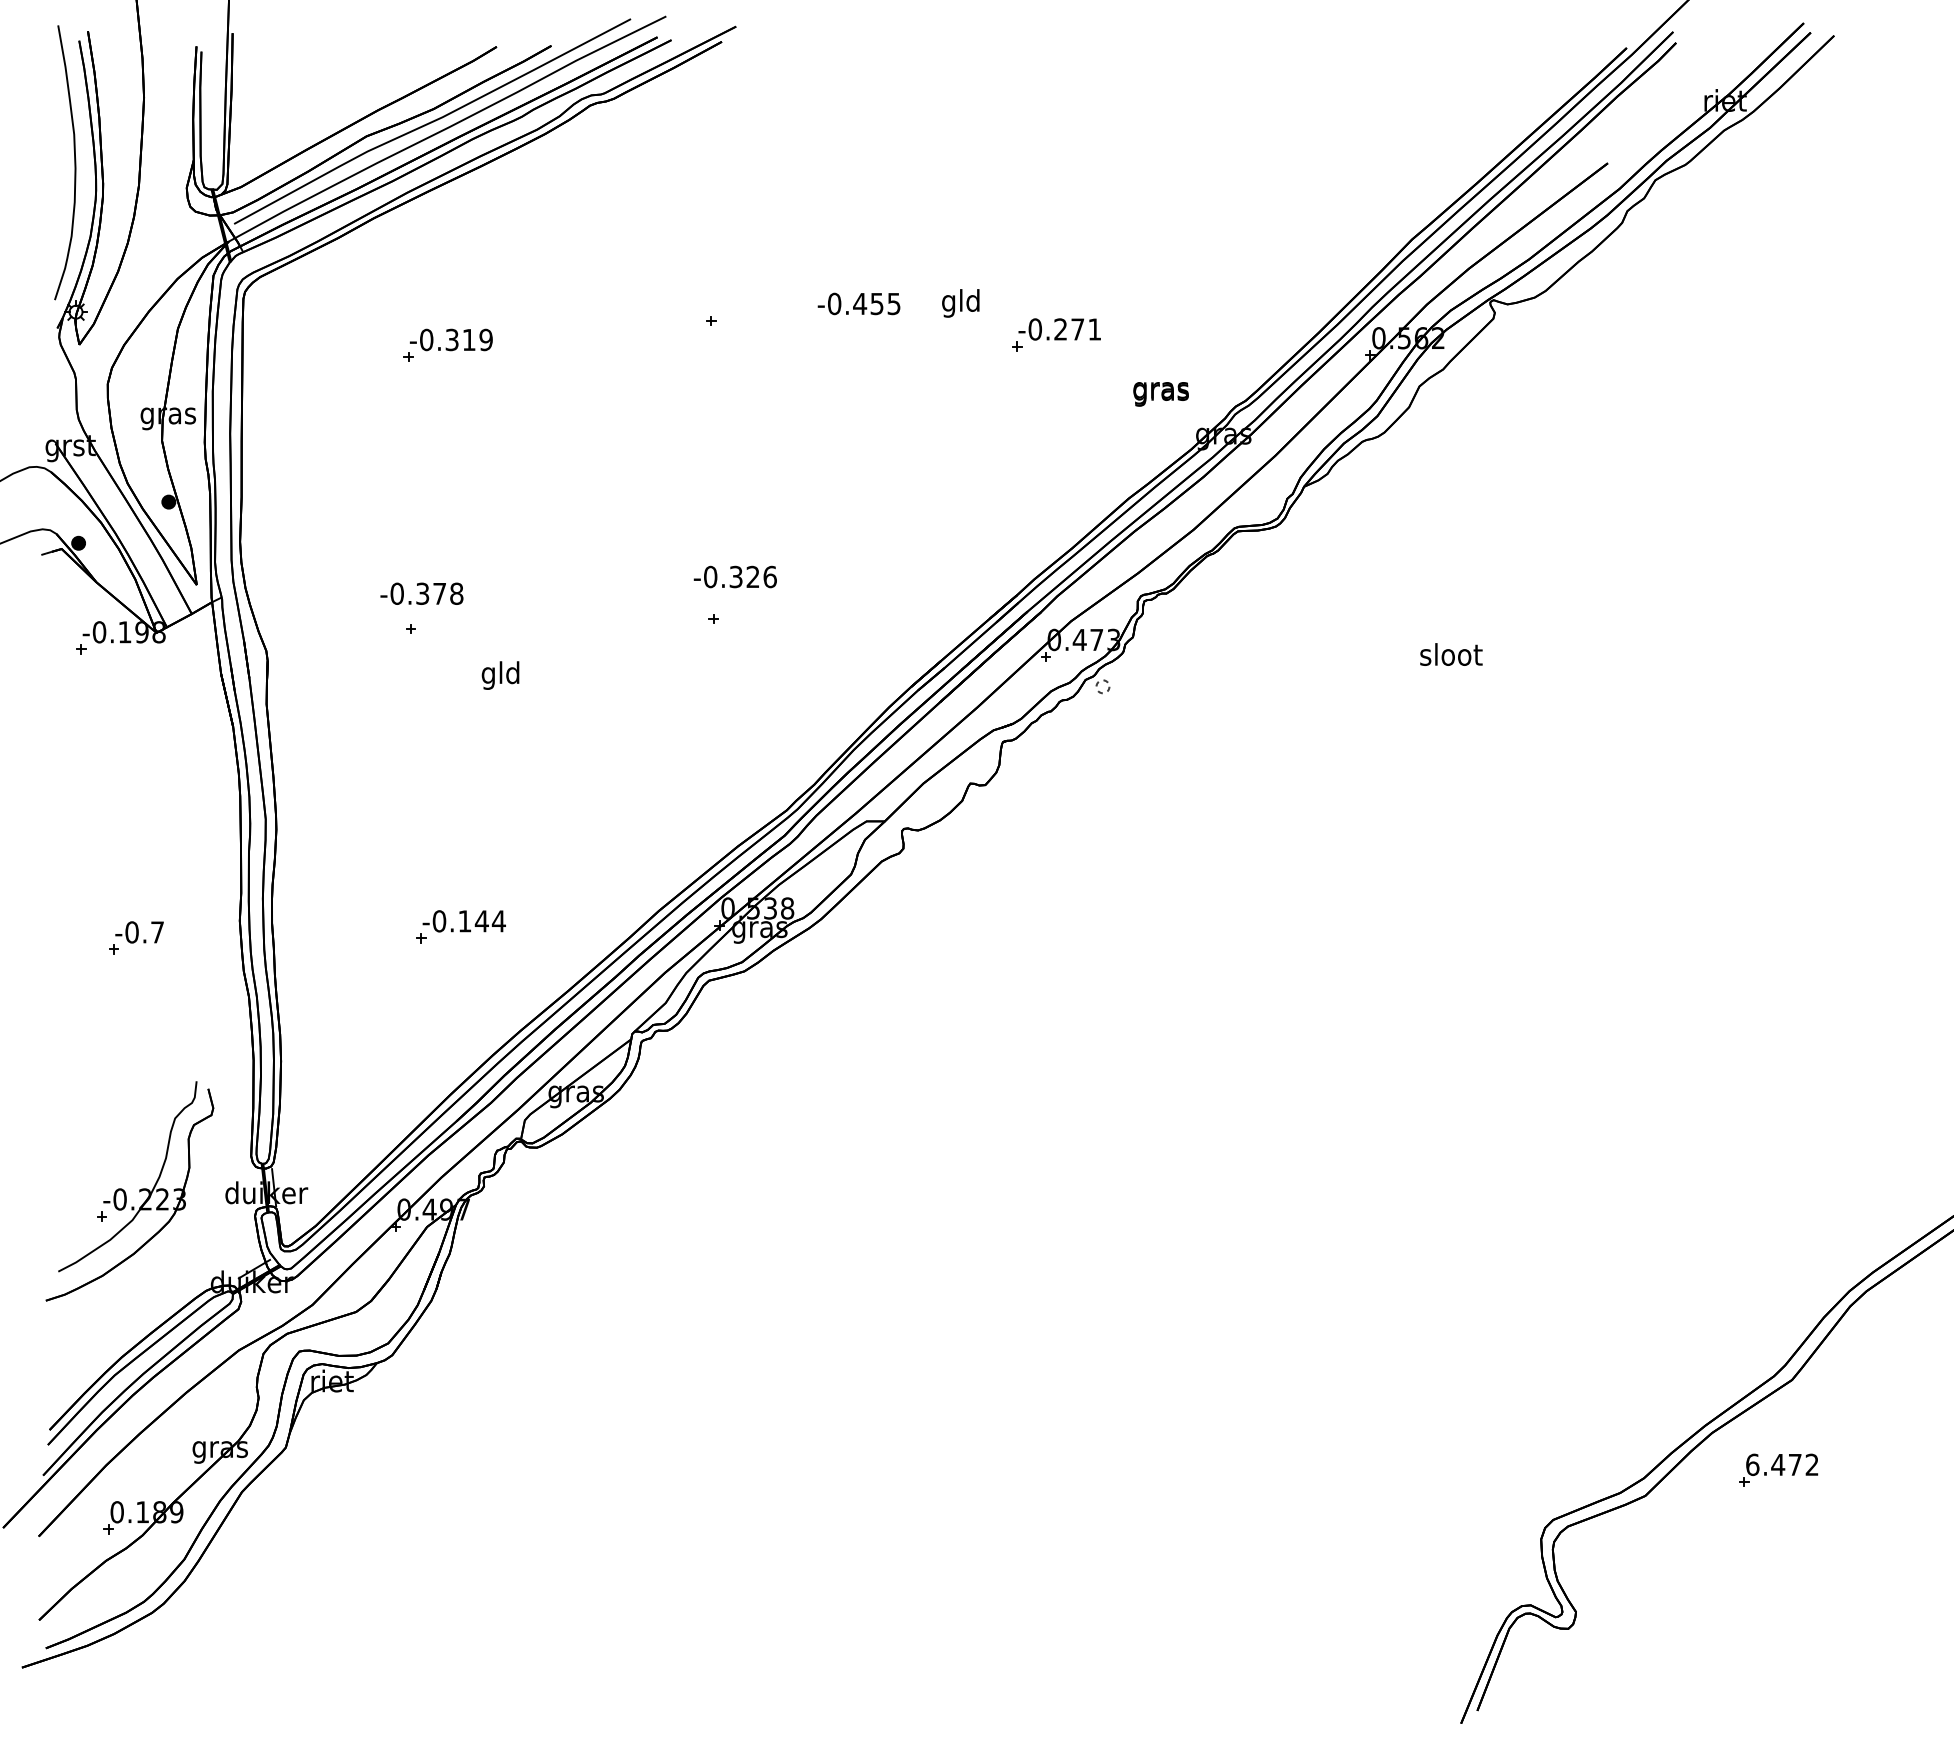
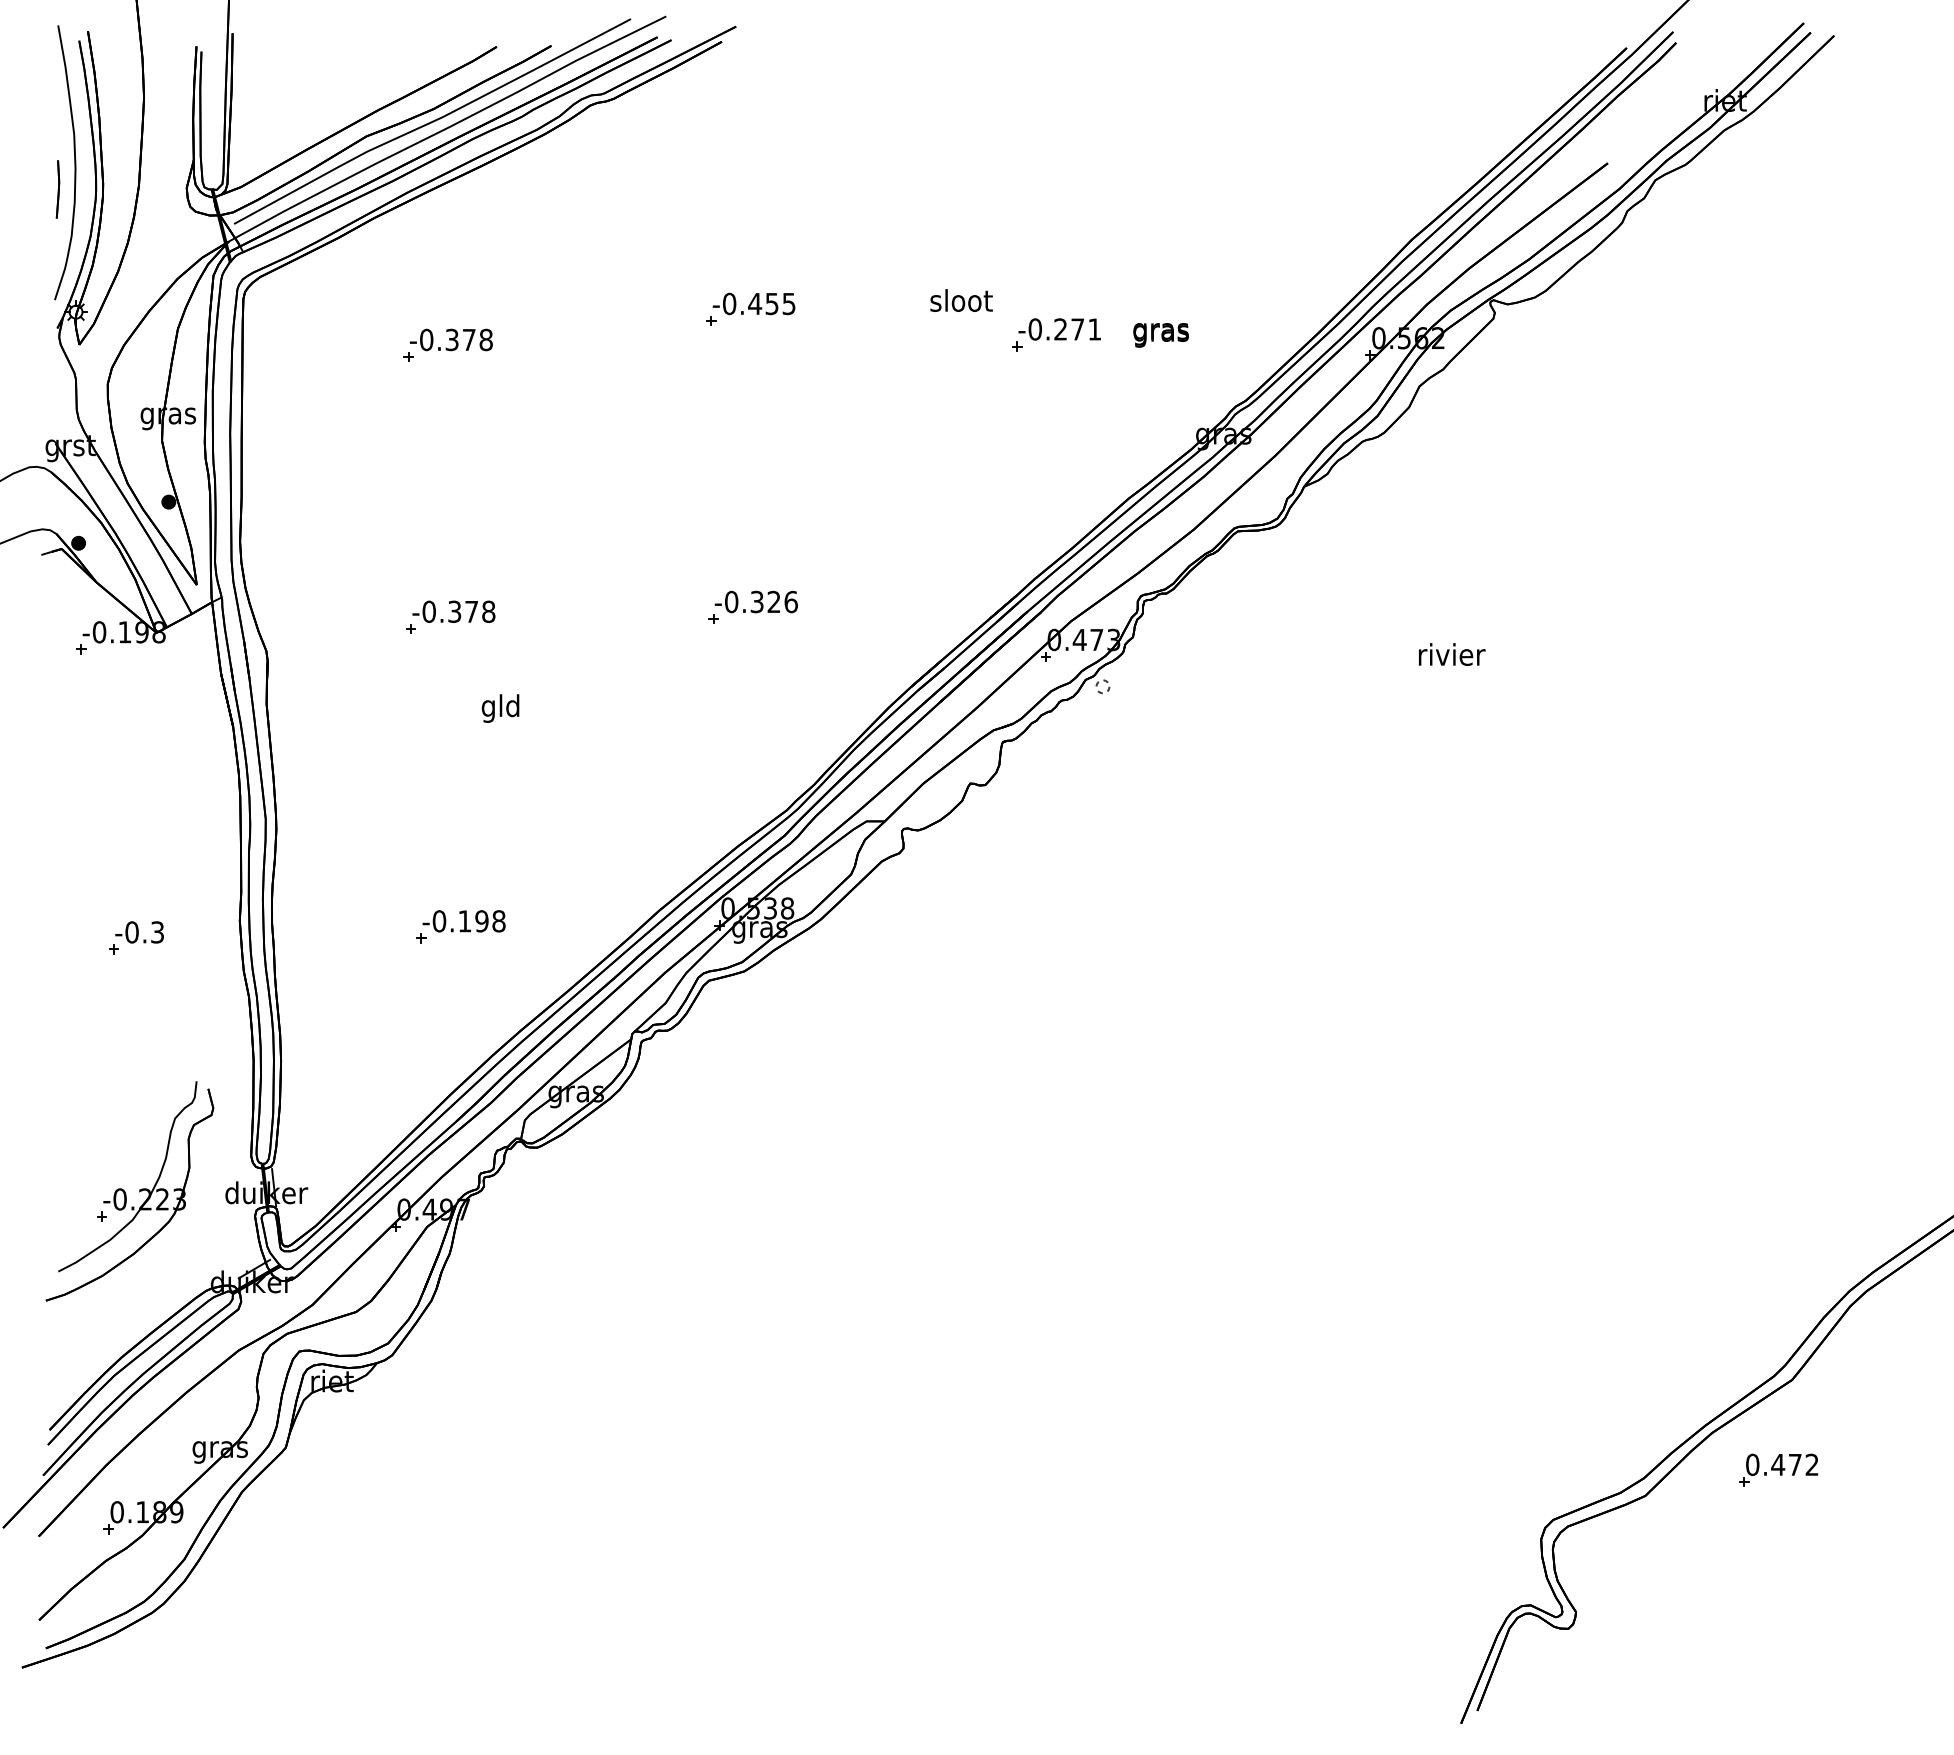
part at (57, 189): none -> present
text at (858, 303) position: (858, 303) -> (753, 303)
text at (961, 303): gld -> sloot
text at (477, 340): -0.319 -> -0.378
text at (1160, 394) position: (1160, 394) -> (1160, 335)
text at (734, 576) position: (734, 576) -> (755, 601)
text at (421, 593) position: (421, 593) -> (453, 611)
text at (1452, 654): sloot -> rivier
text at (500, 675) position: (500, 675) -> (500, 708)
text at (489, 921): -0.144 -> -0.198
text at (157, 932): -0.7 -> -0.3
text at (1752, 1464): 6.472 -> 0.472
